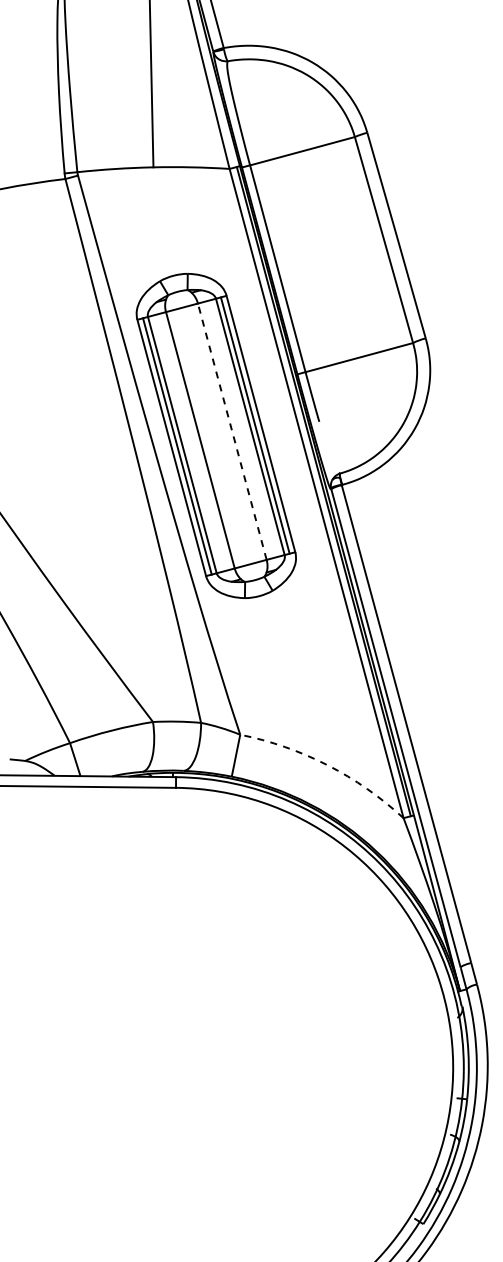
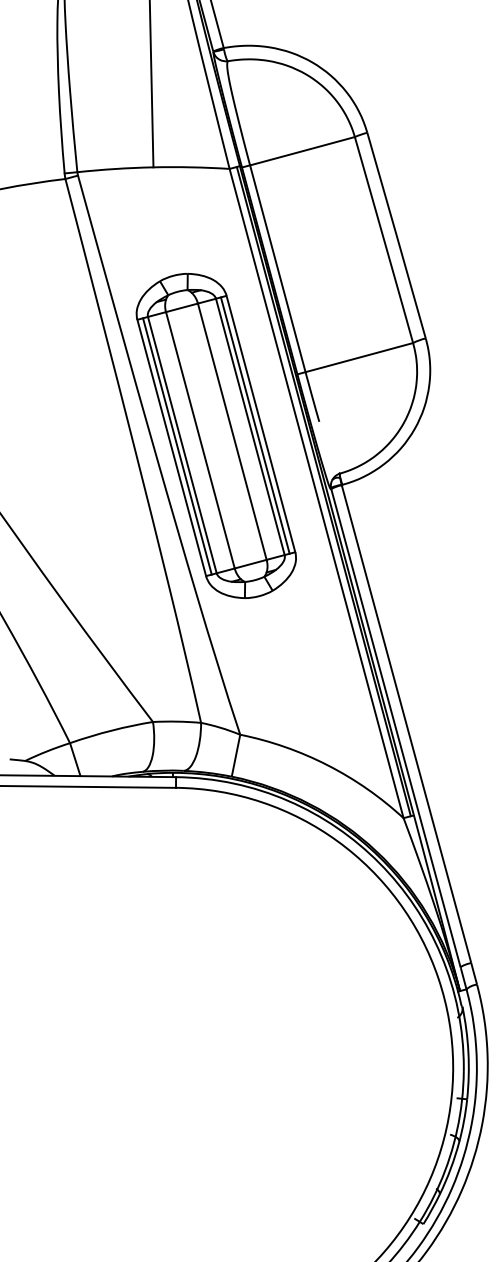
line at (232, 431): dashed -> solid
arc at (327, 765): dashed -> solid
